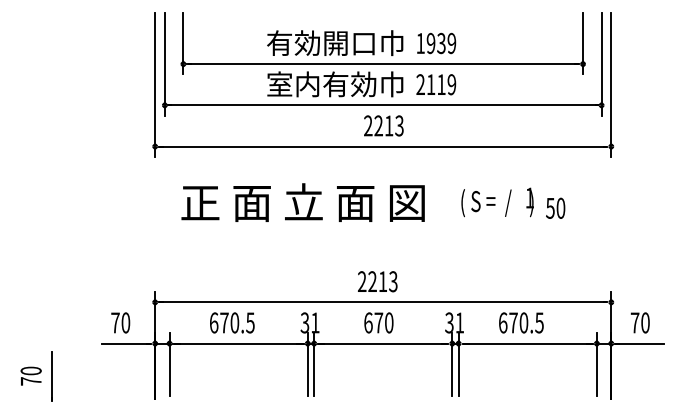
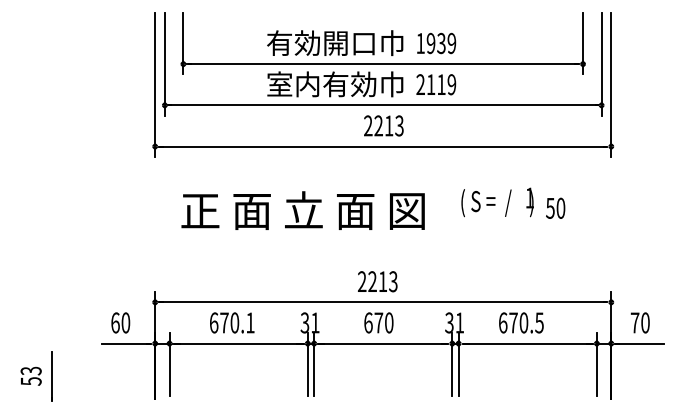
text at (302, 202) position: (302, 202) -> (302, 210)
text at (115, 322): 70 -> 60
text at (250, 322): 670.5 -> 670.1
text at (30, 375): 70 -> 53
